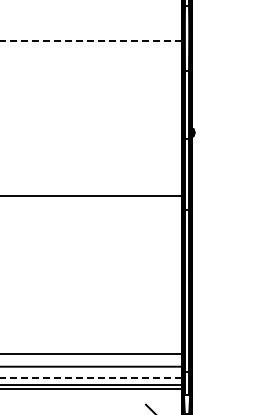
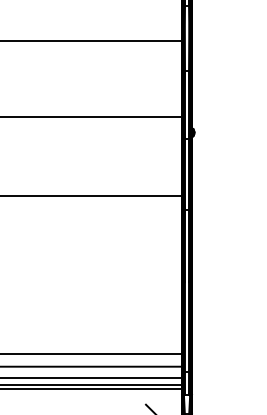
line at (91, 41): dashed -> solid
line at (92, 117): none -> present
line at (91, 377): dashed -> solid
